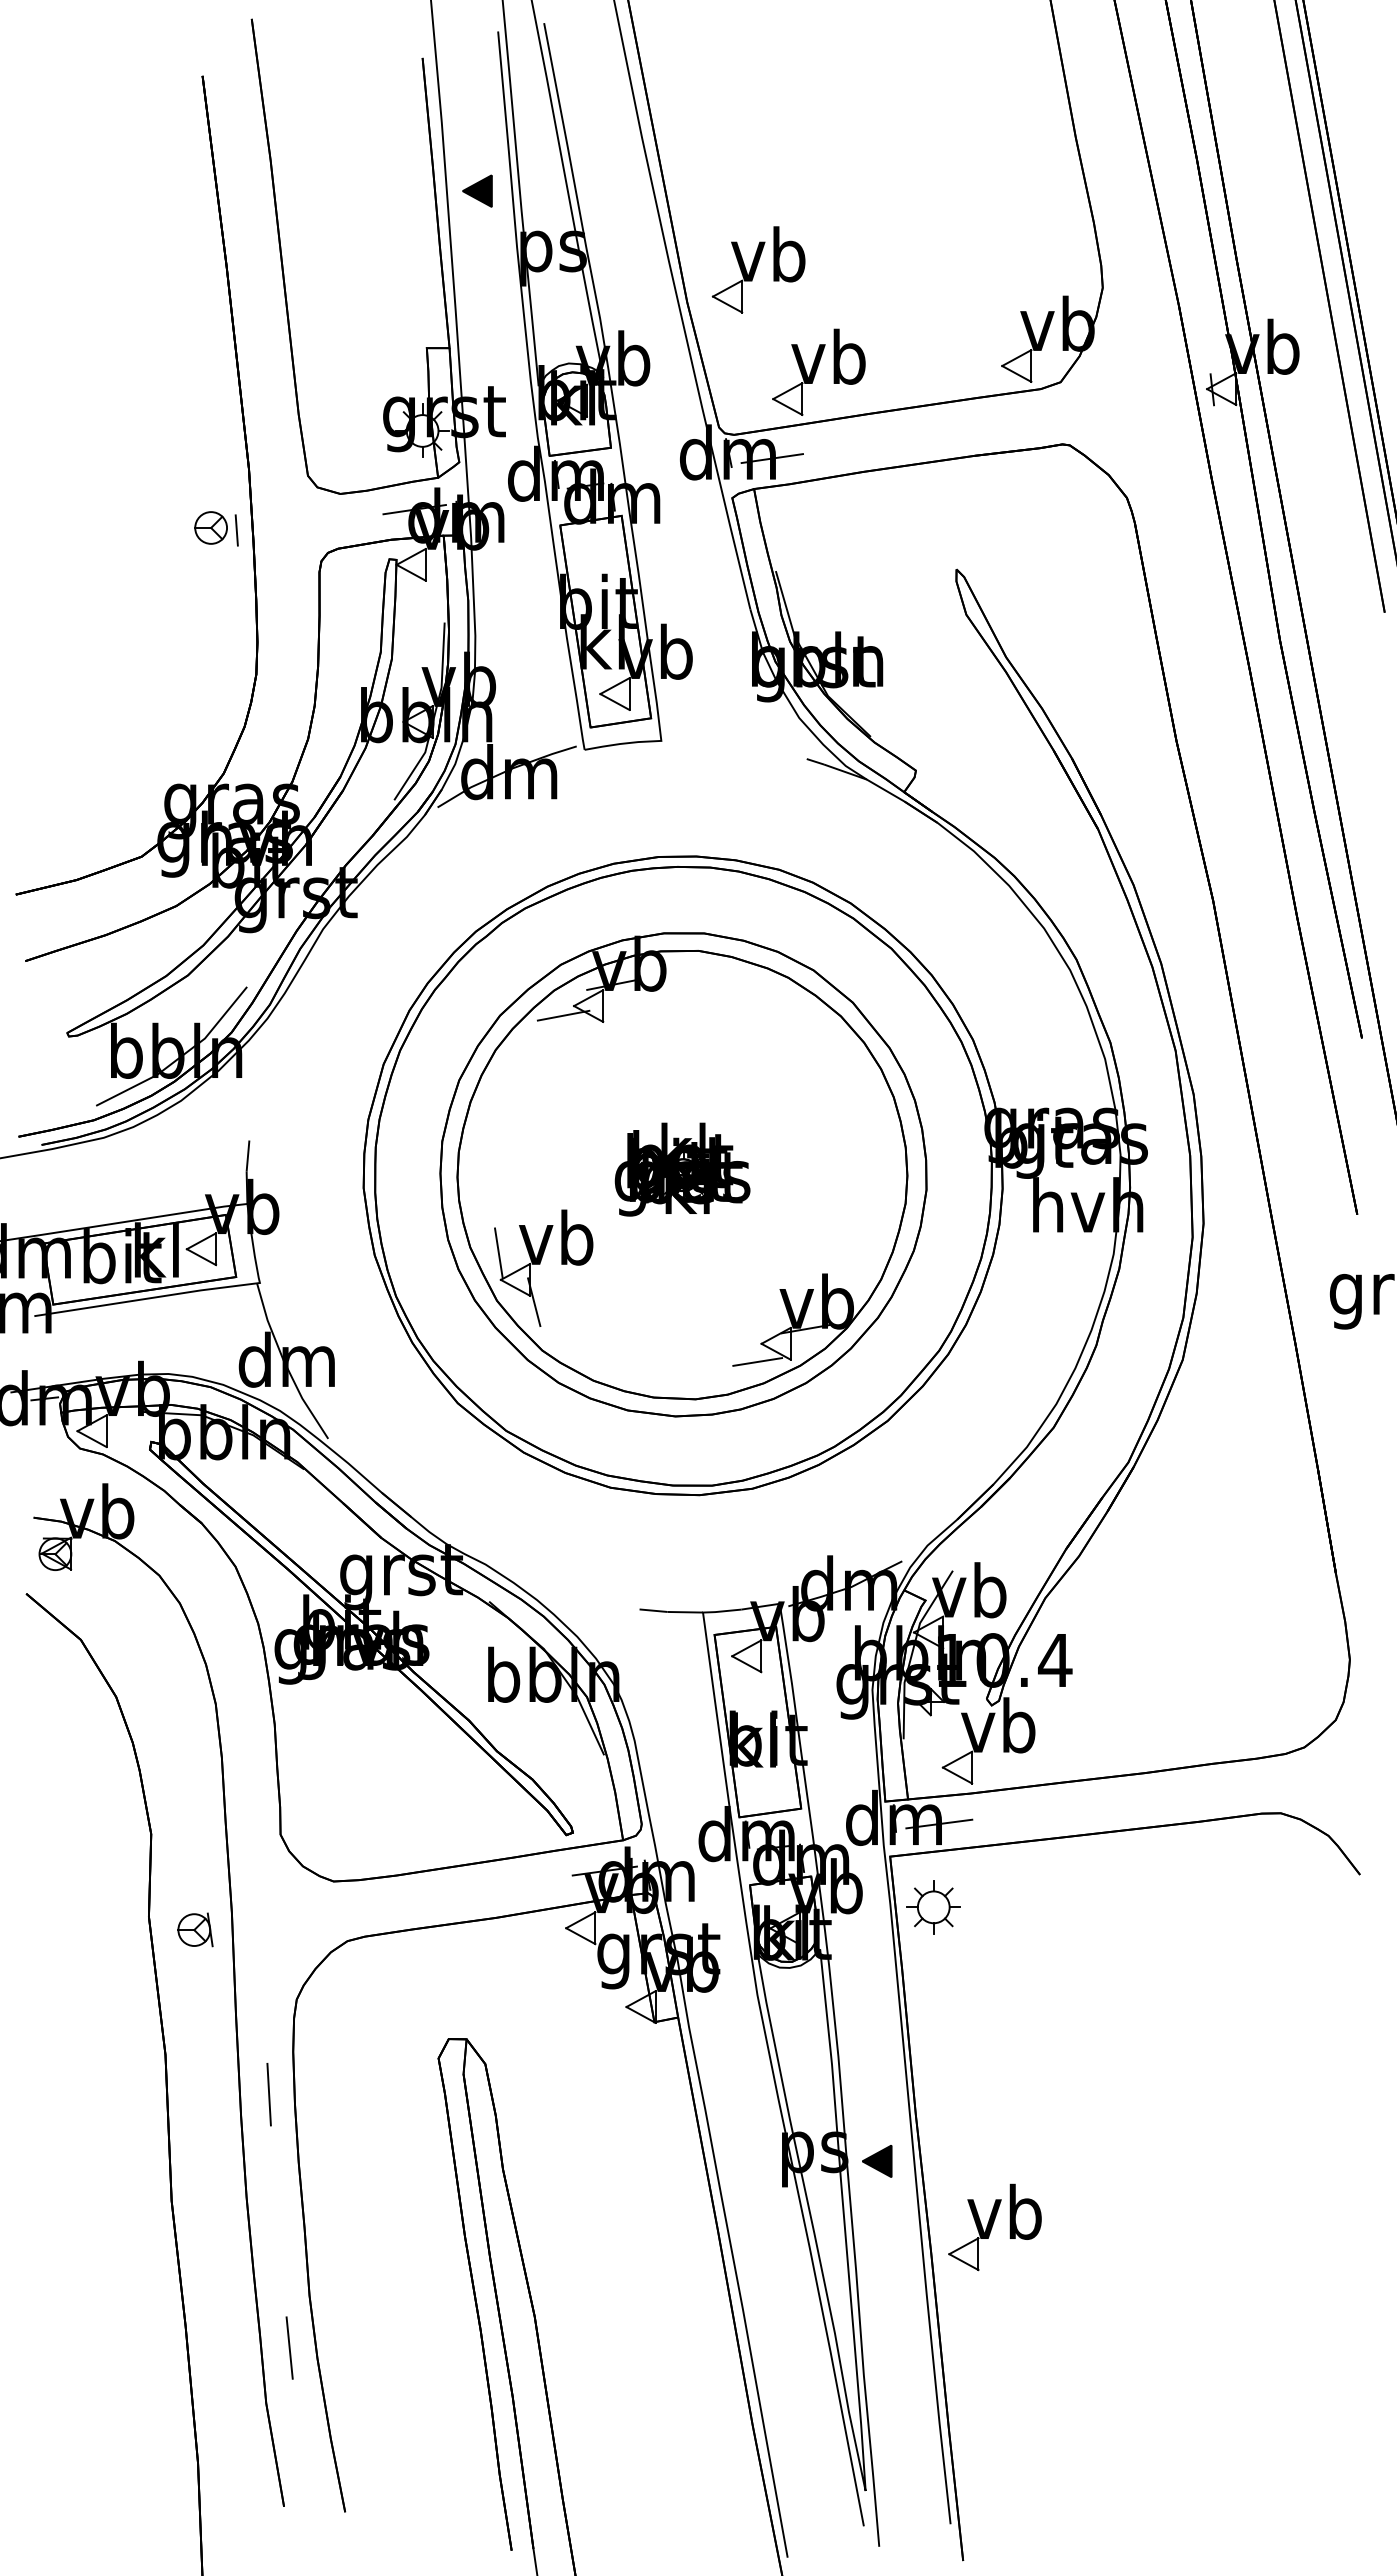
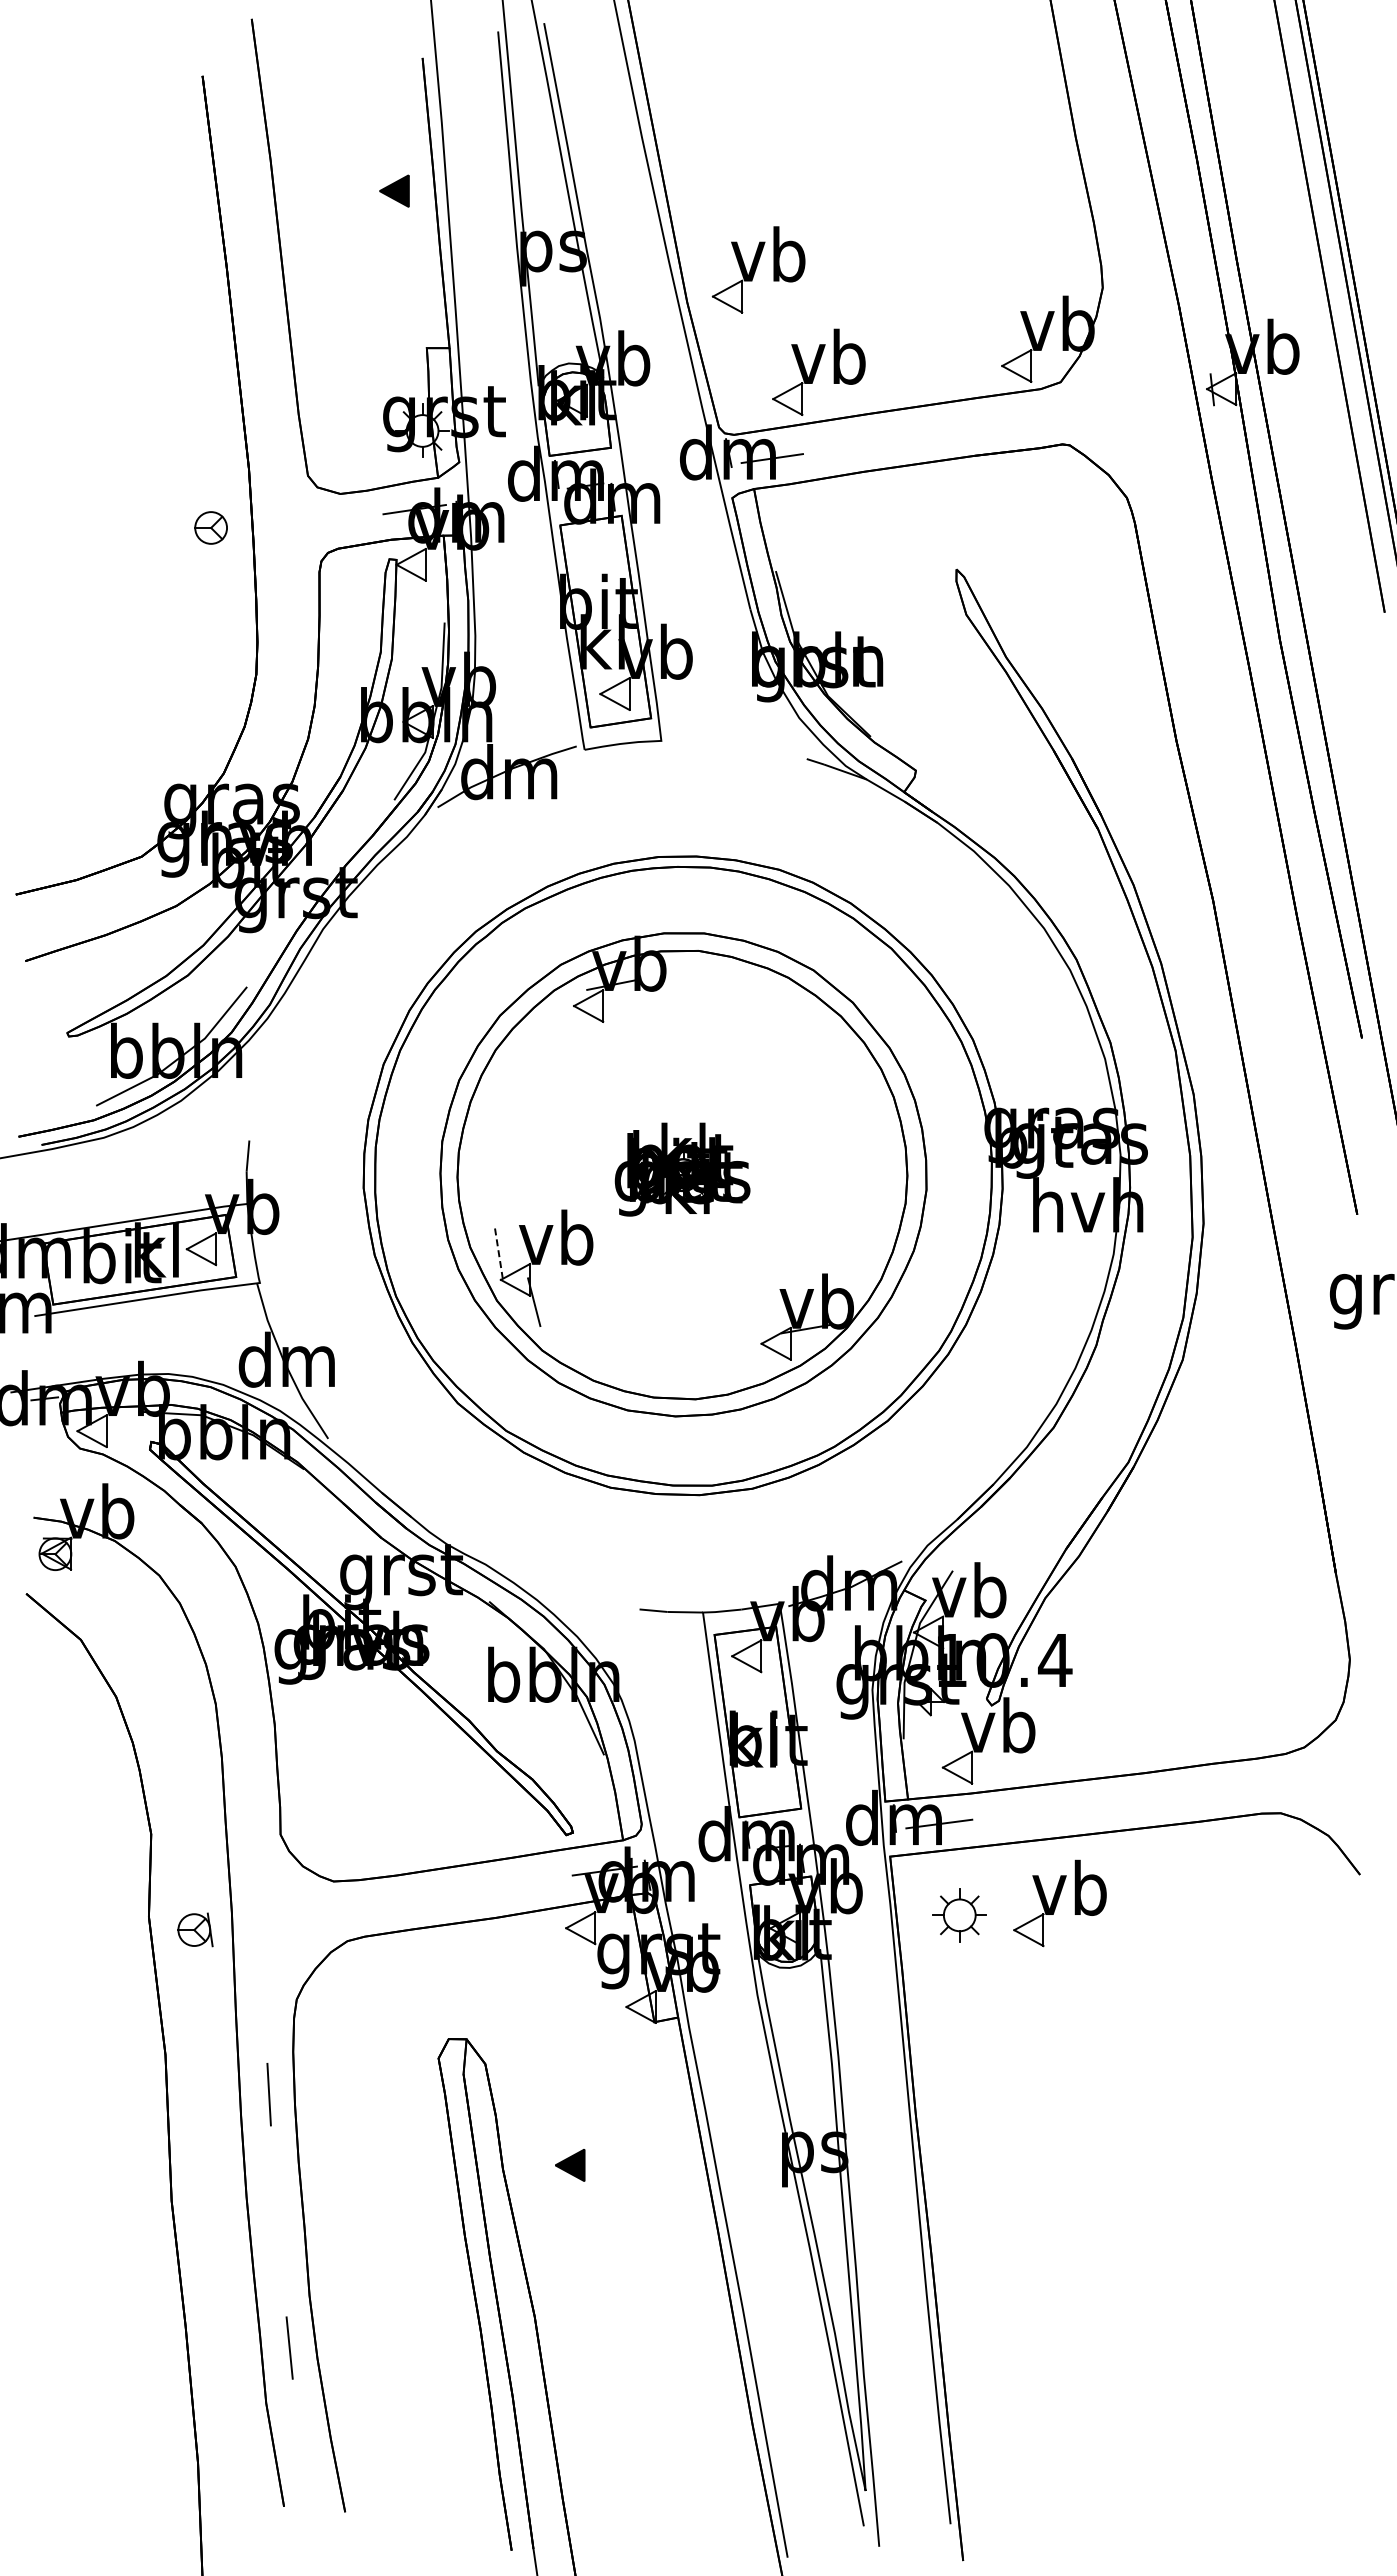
part at (477, 190) position: (477, 190) -> (394, 190)
line at (236, 530): present -> none
line at (563, 1015): present -> none
line at (498, 1253): solid -> dashed
line at (757, 1361): present -> none
part at (933, 1907) position: (933, 1907) -> (959, 1915)
part at (877, 2161) position: (877, 2161) -> (570, 2165)
part at (994, 2227) position: (994, 2227) -> (1059, 1903)
